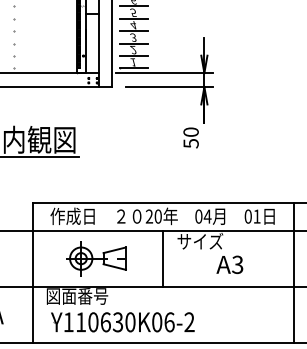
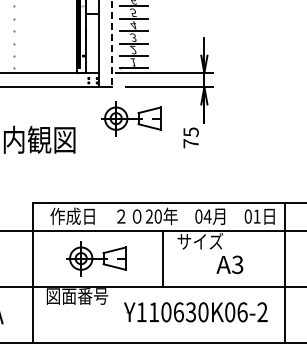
line at (111, 44): solid -> dashed
part at (131, 118): none -> present
text at (190, 137): 50 -> 75
line at (40, 156): present -> none
line at (293, 272) position: (293, 272) -> (284, 272)
part at (122, 322) position: (122, 322) -> (195, 312)
